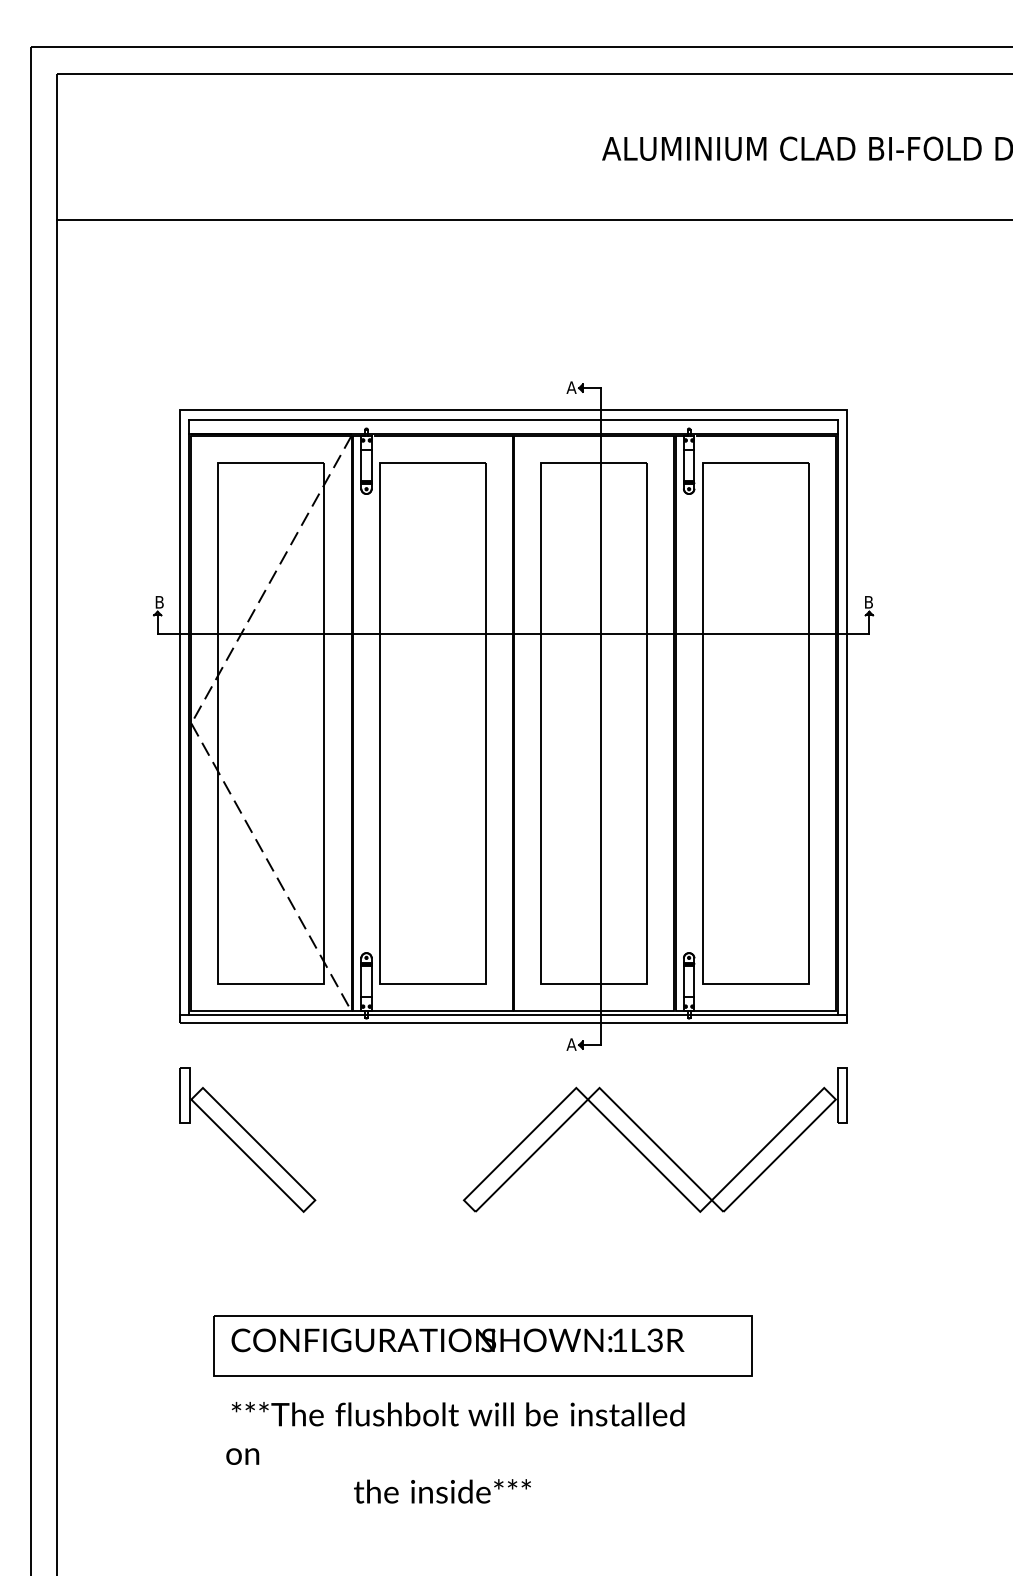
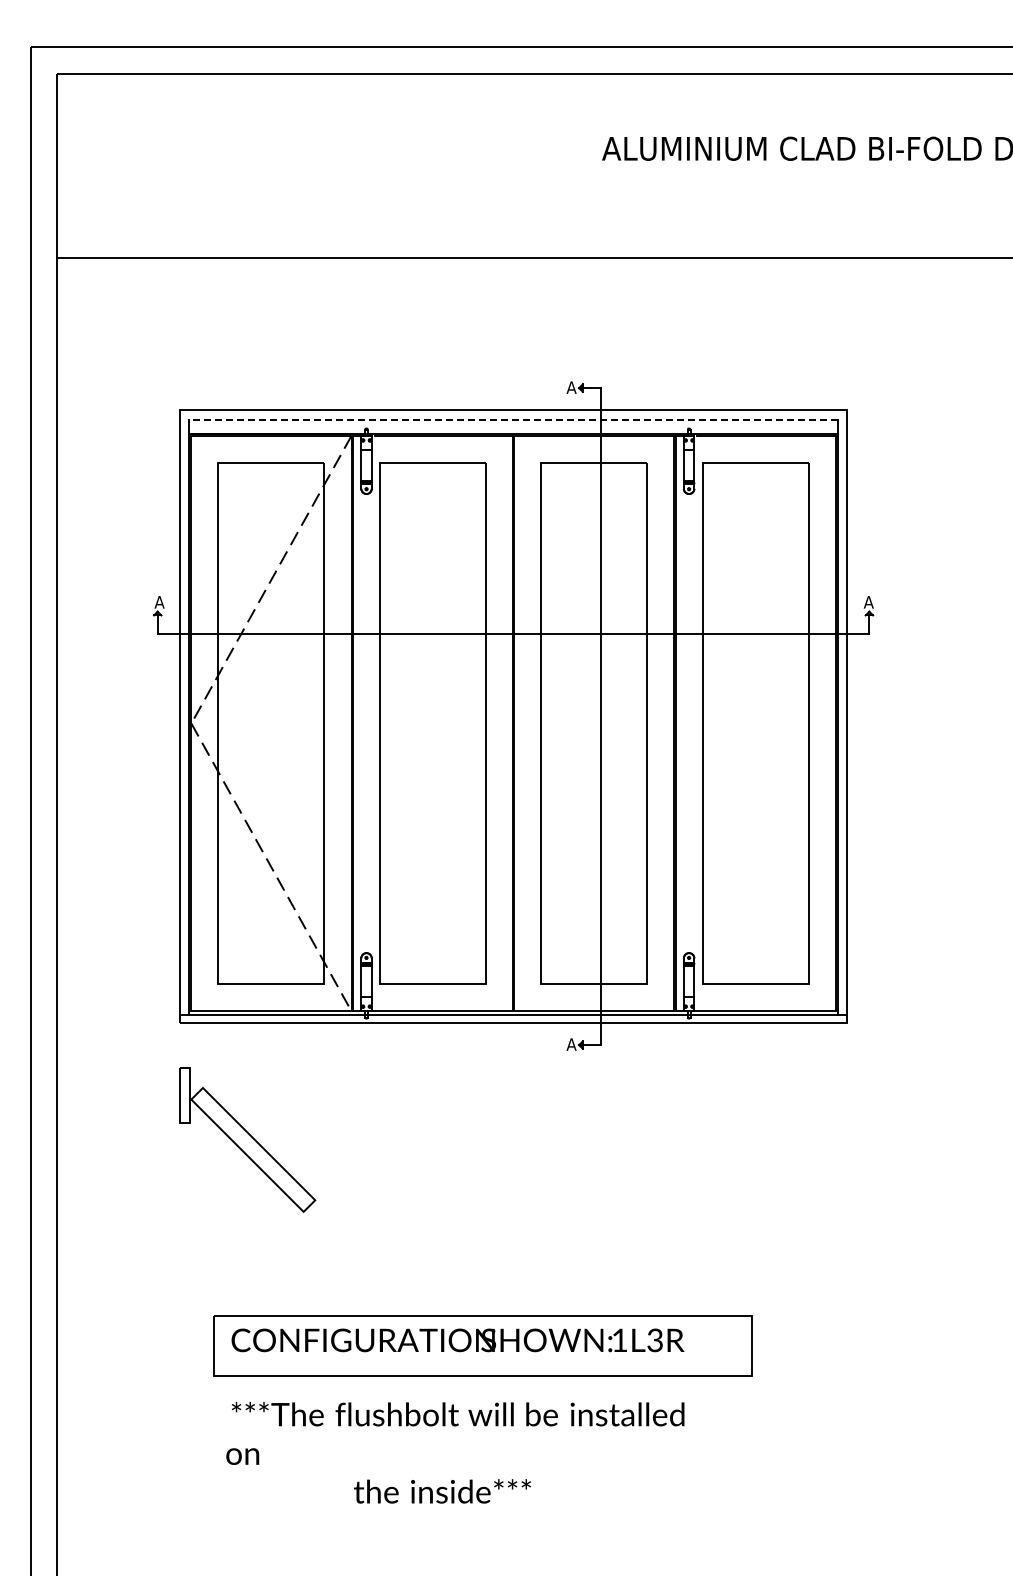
line at (532, 219) position: (532, 219) -> (532, 257)
line at (513, 419): solid -> dashed
text at (159, 602): B -> A
text at (868, 602): B -> A
part at (654, 1139): present -> none
